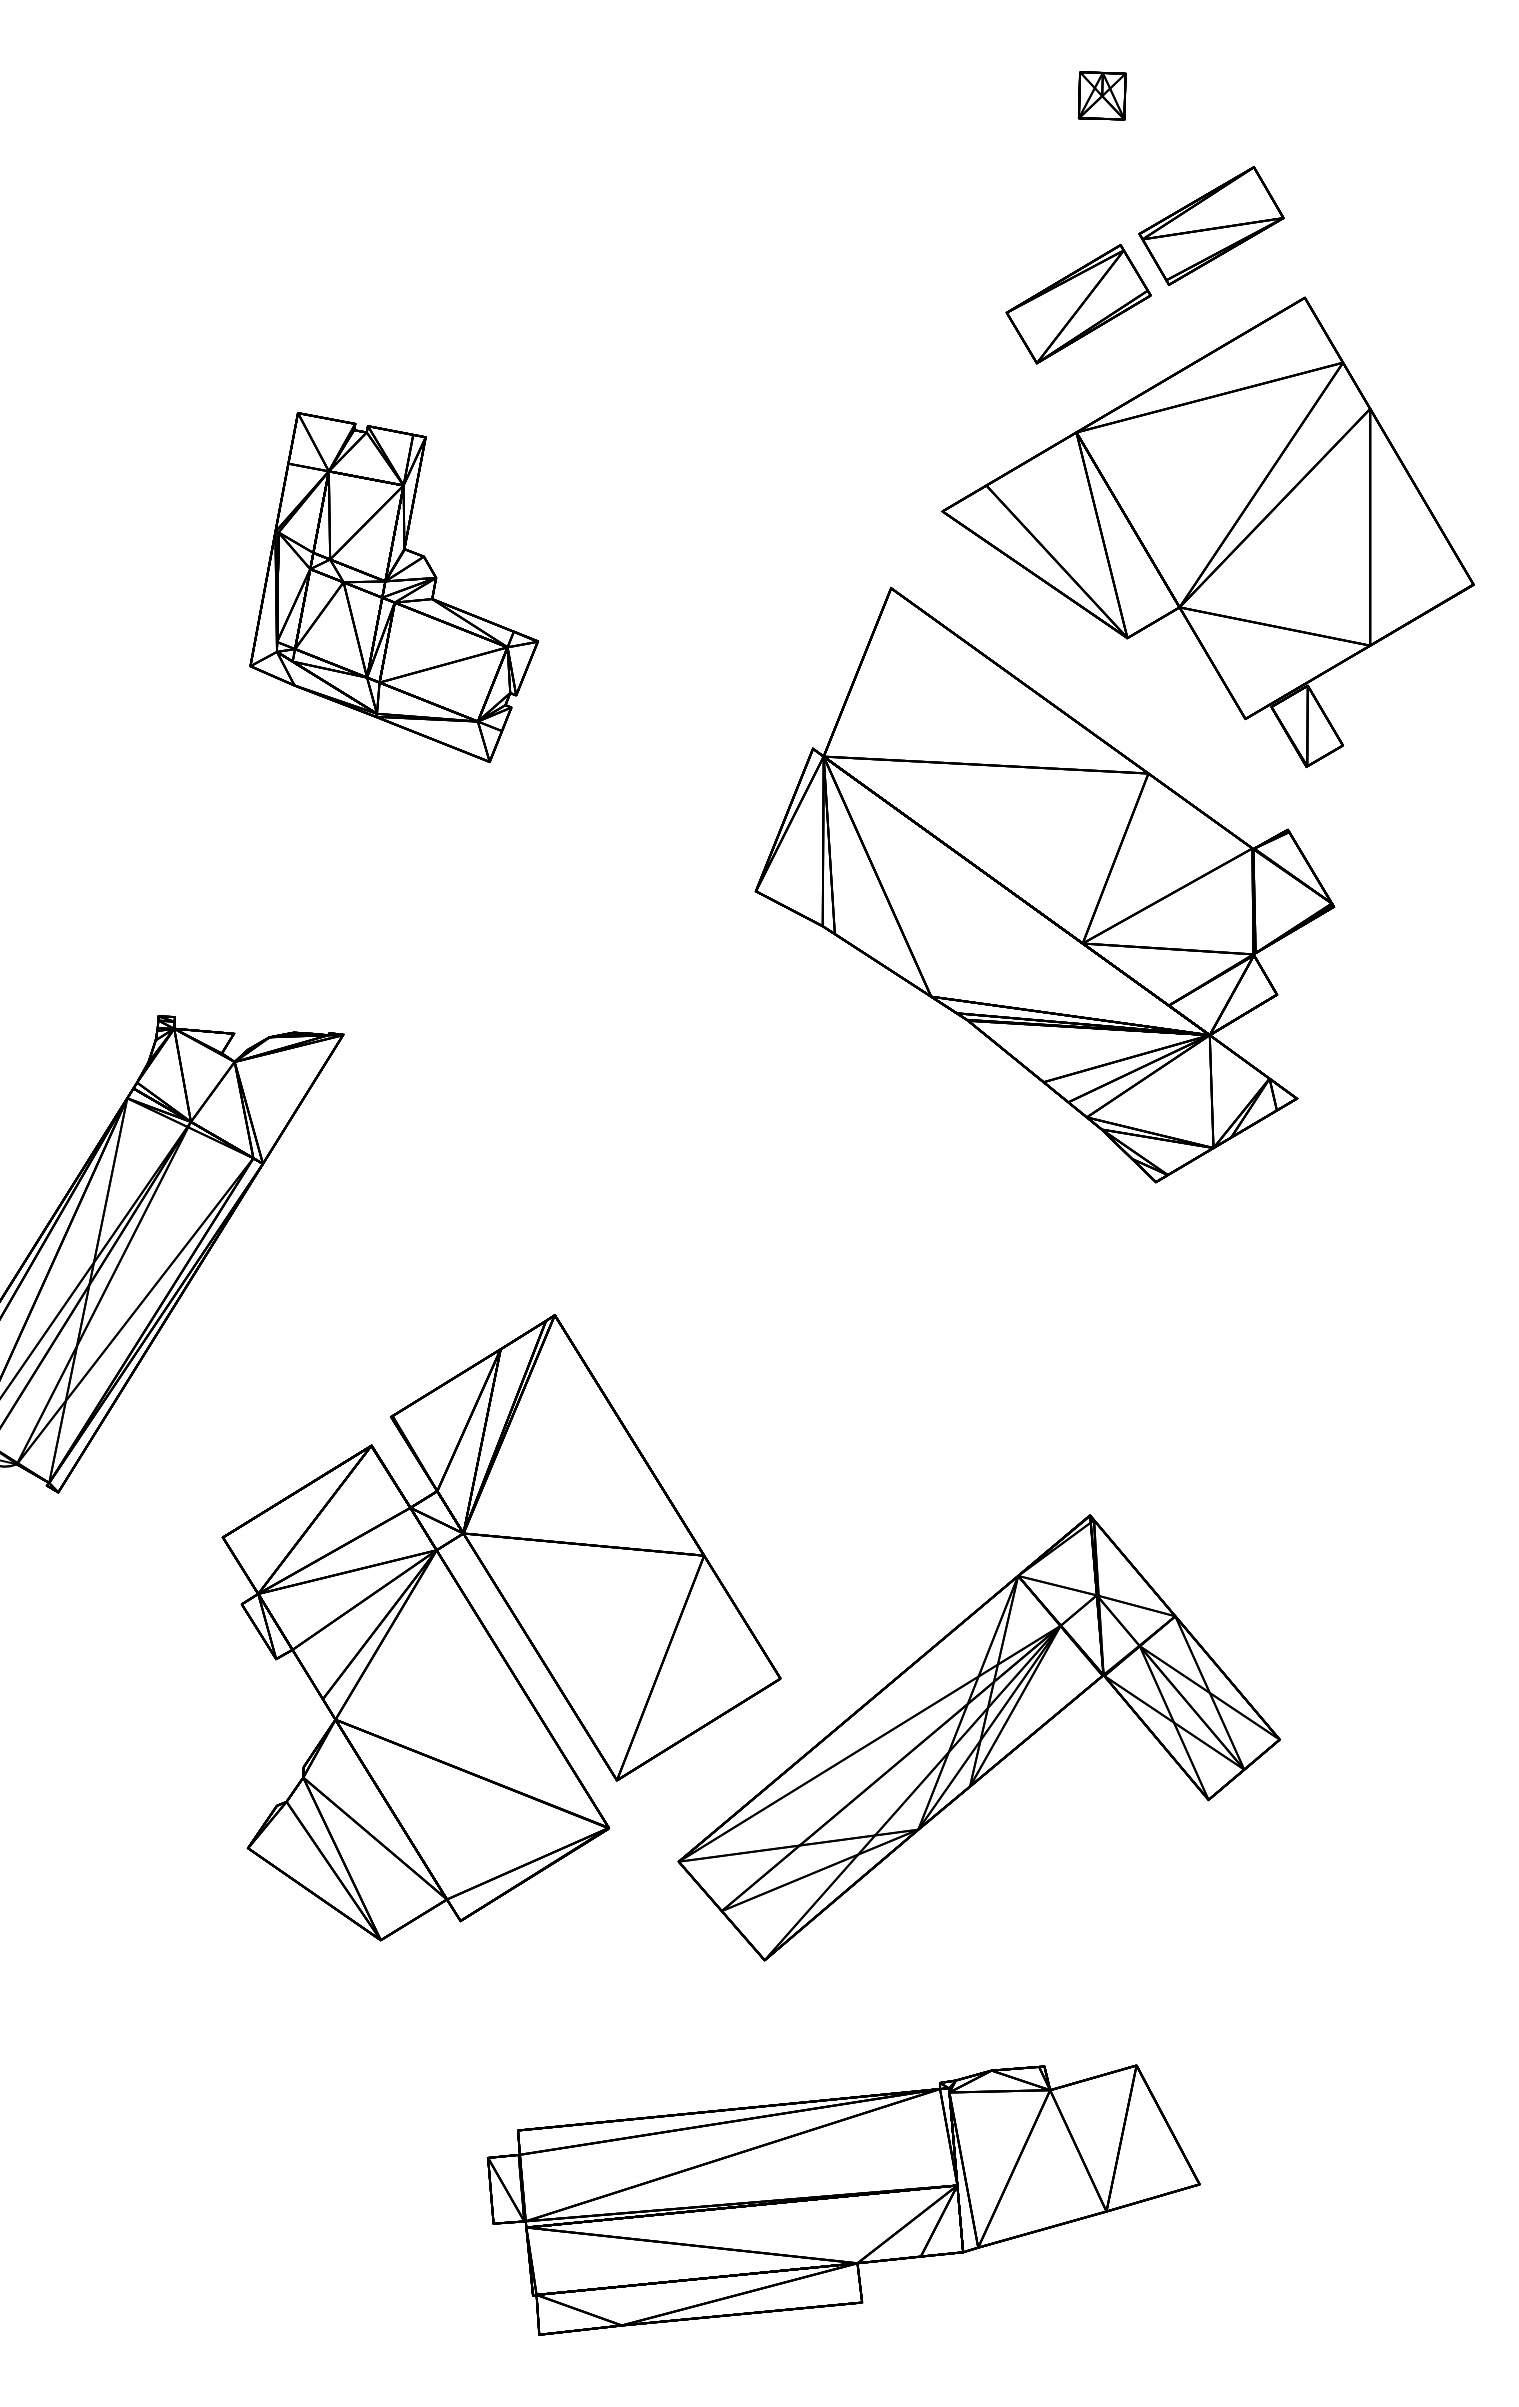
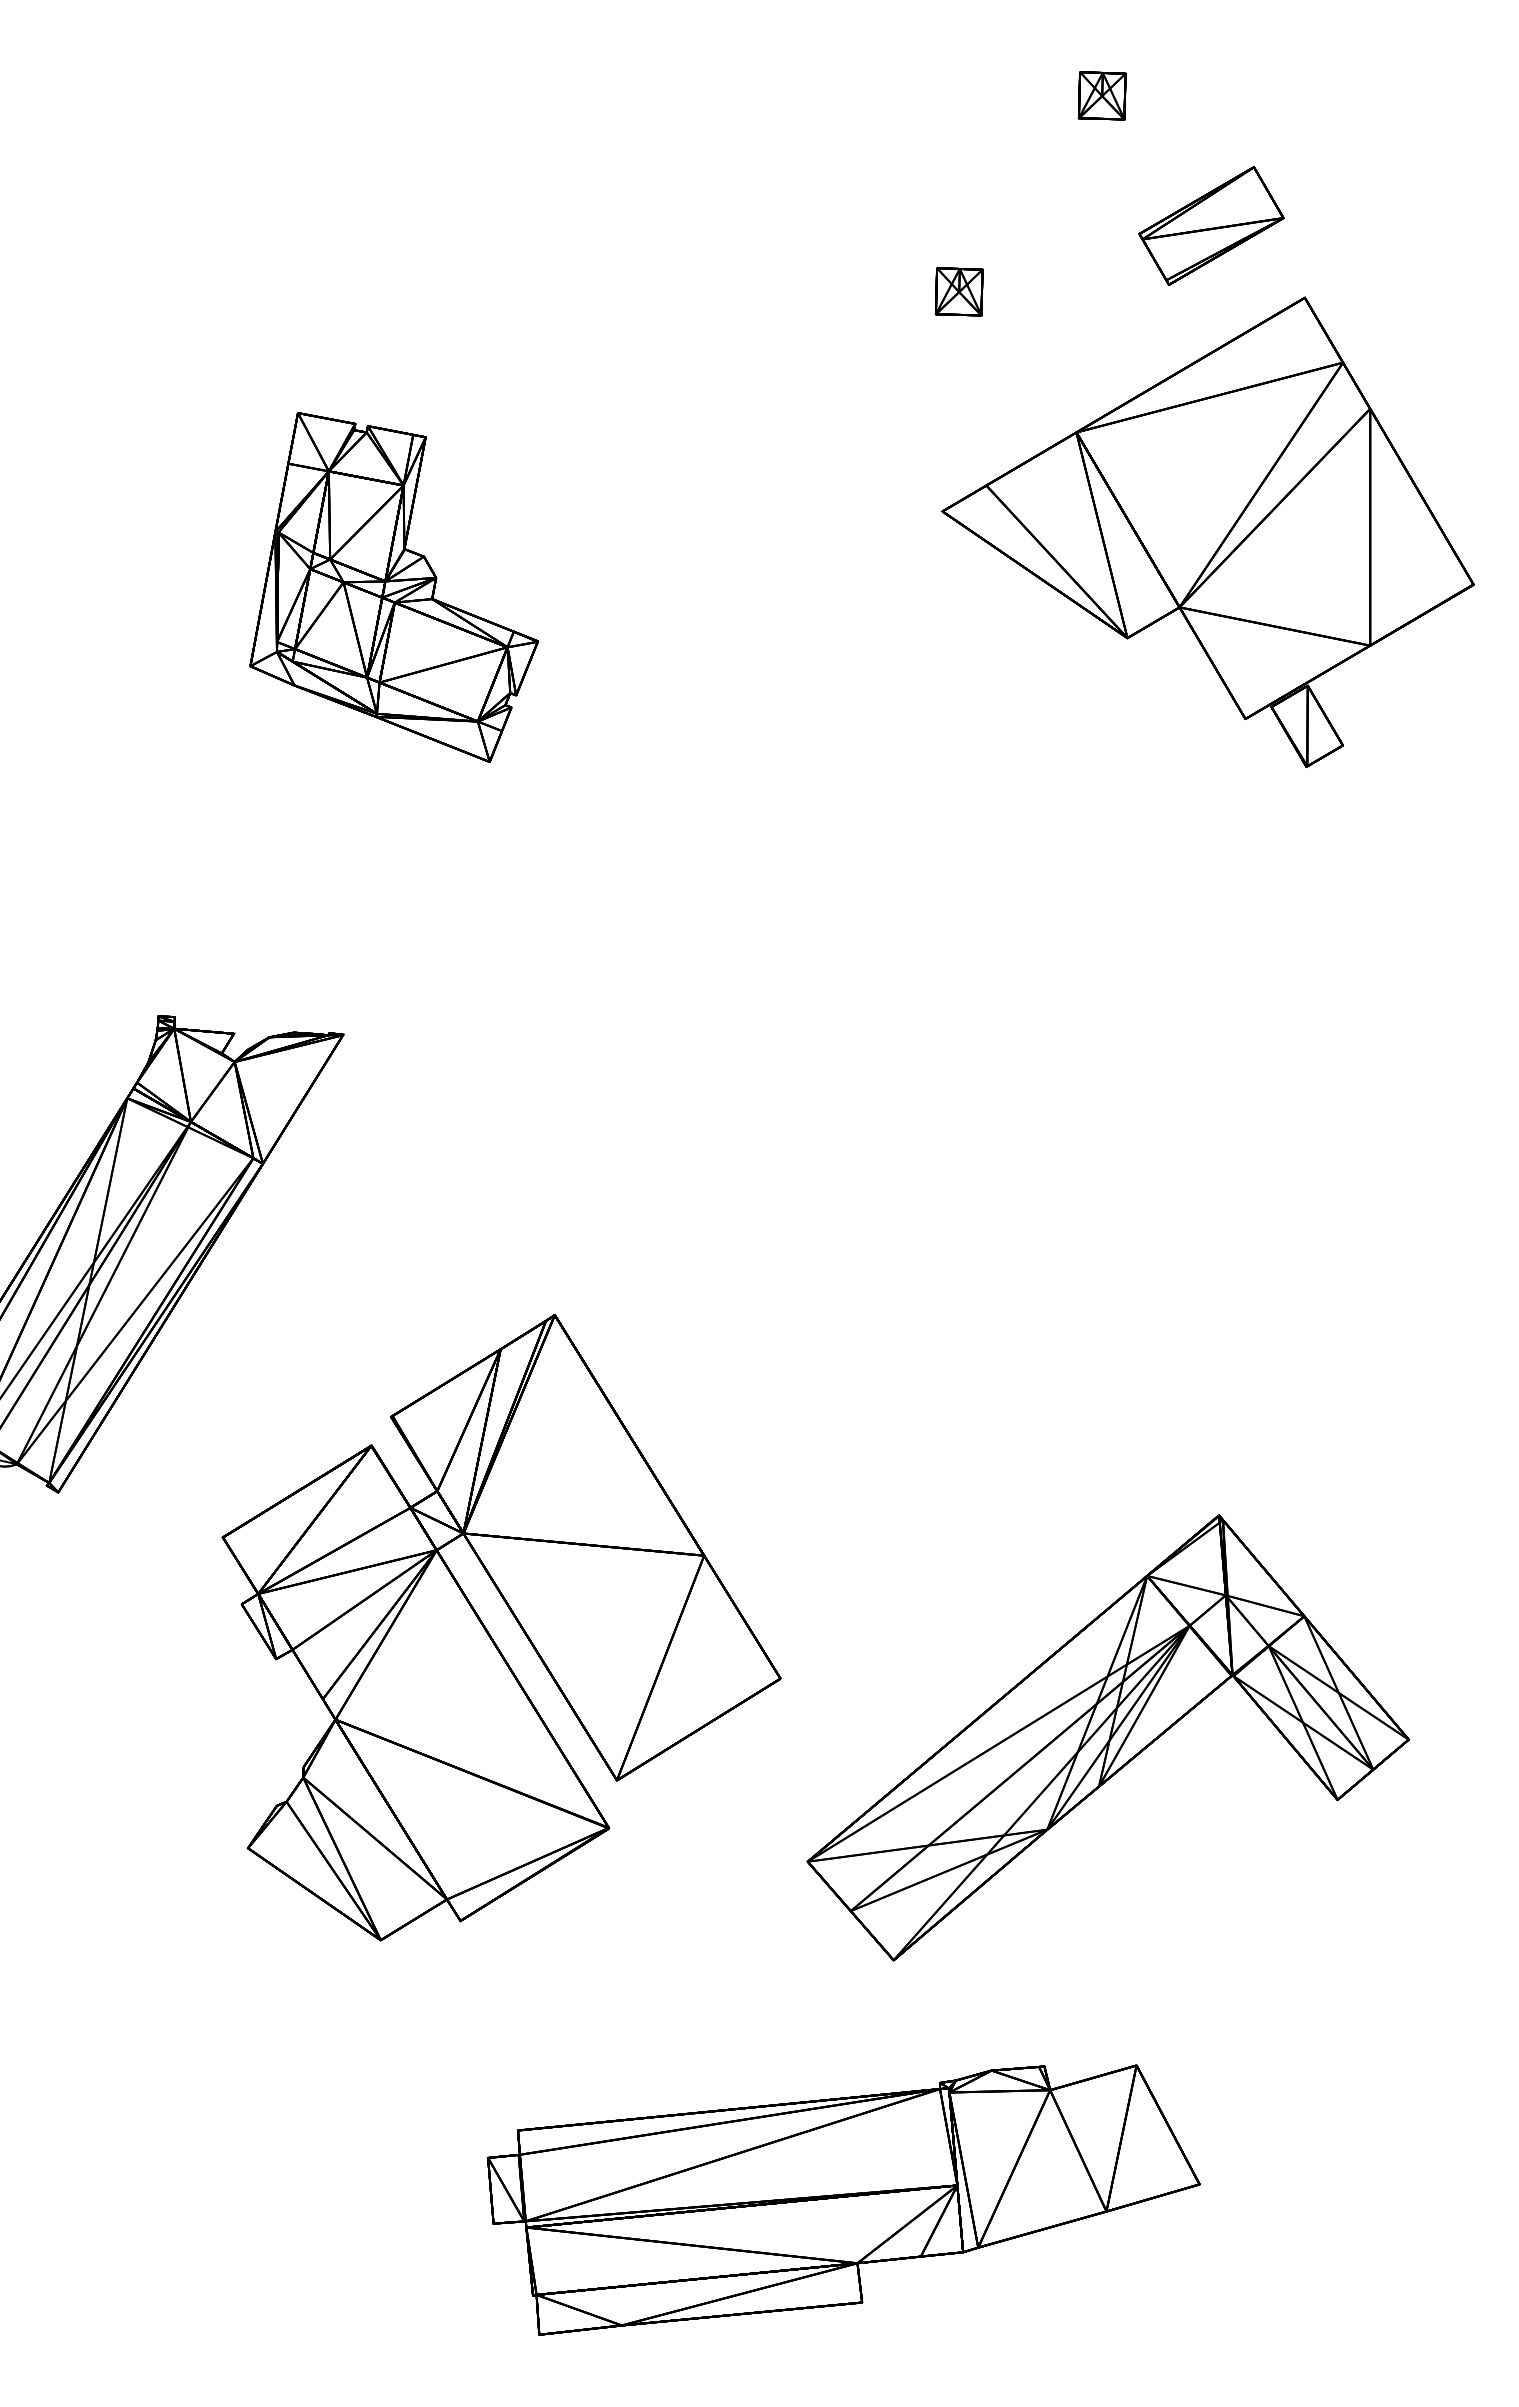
part at (958, 291): none -> present
part at (1078, 304): present -> none
part at (1044, 884): present -> none
part at (978, 1737) position: (978, 1737) -> (1107, 1737)
